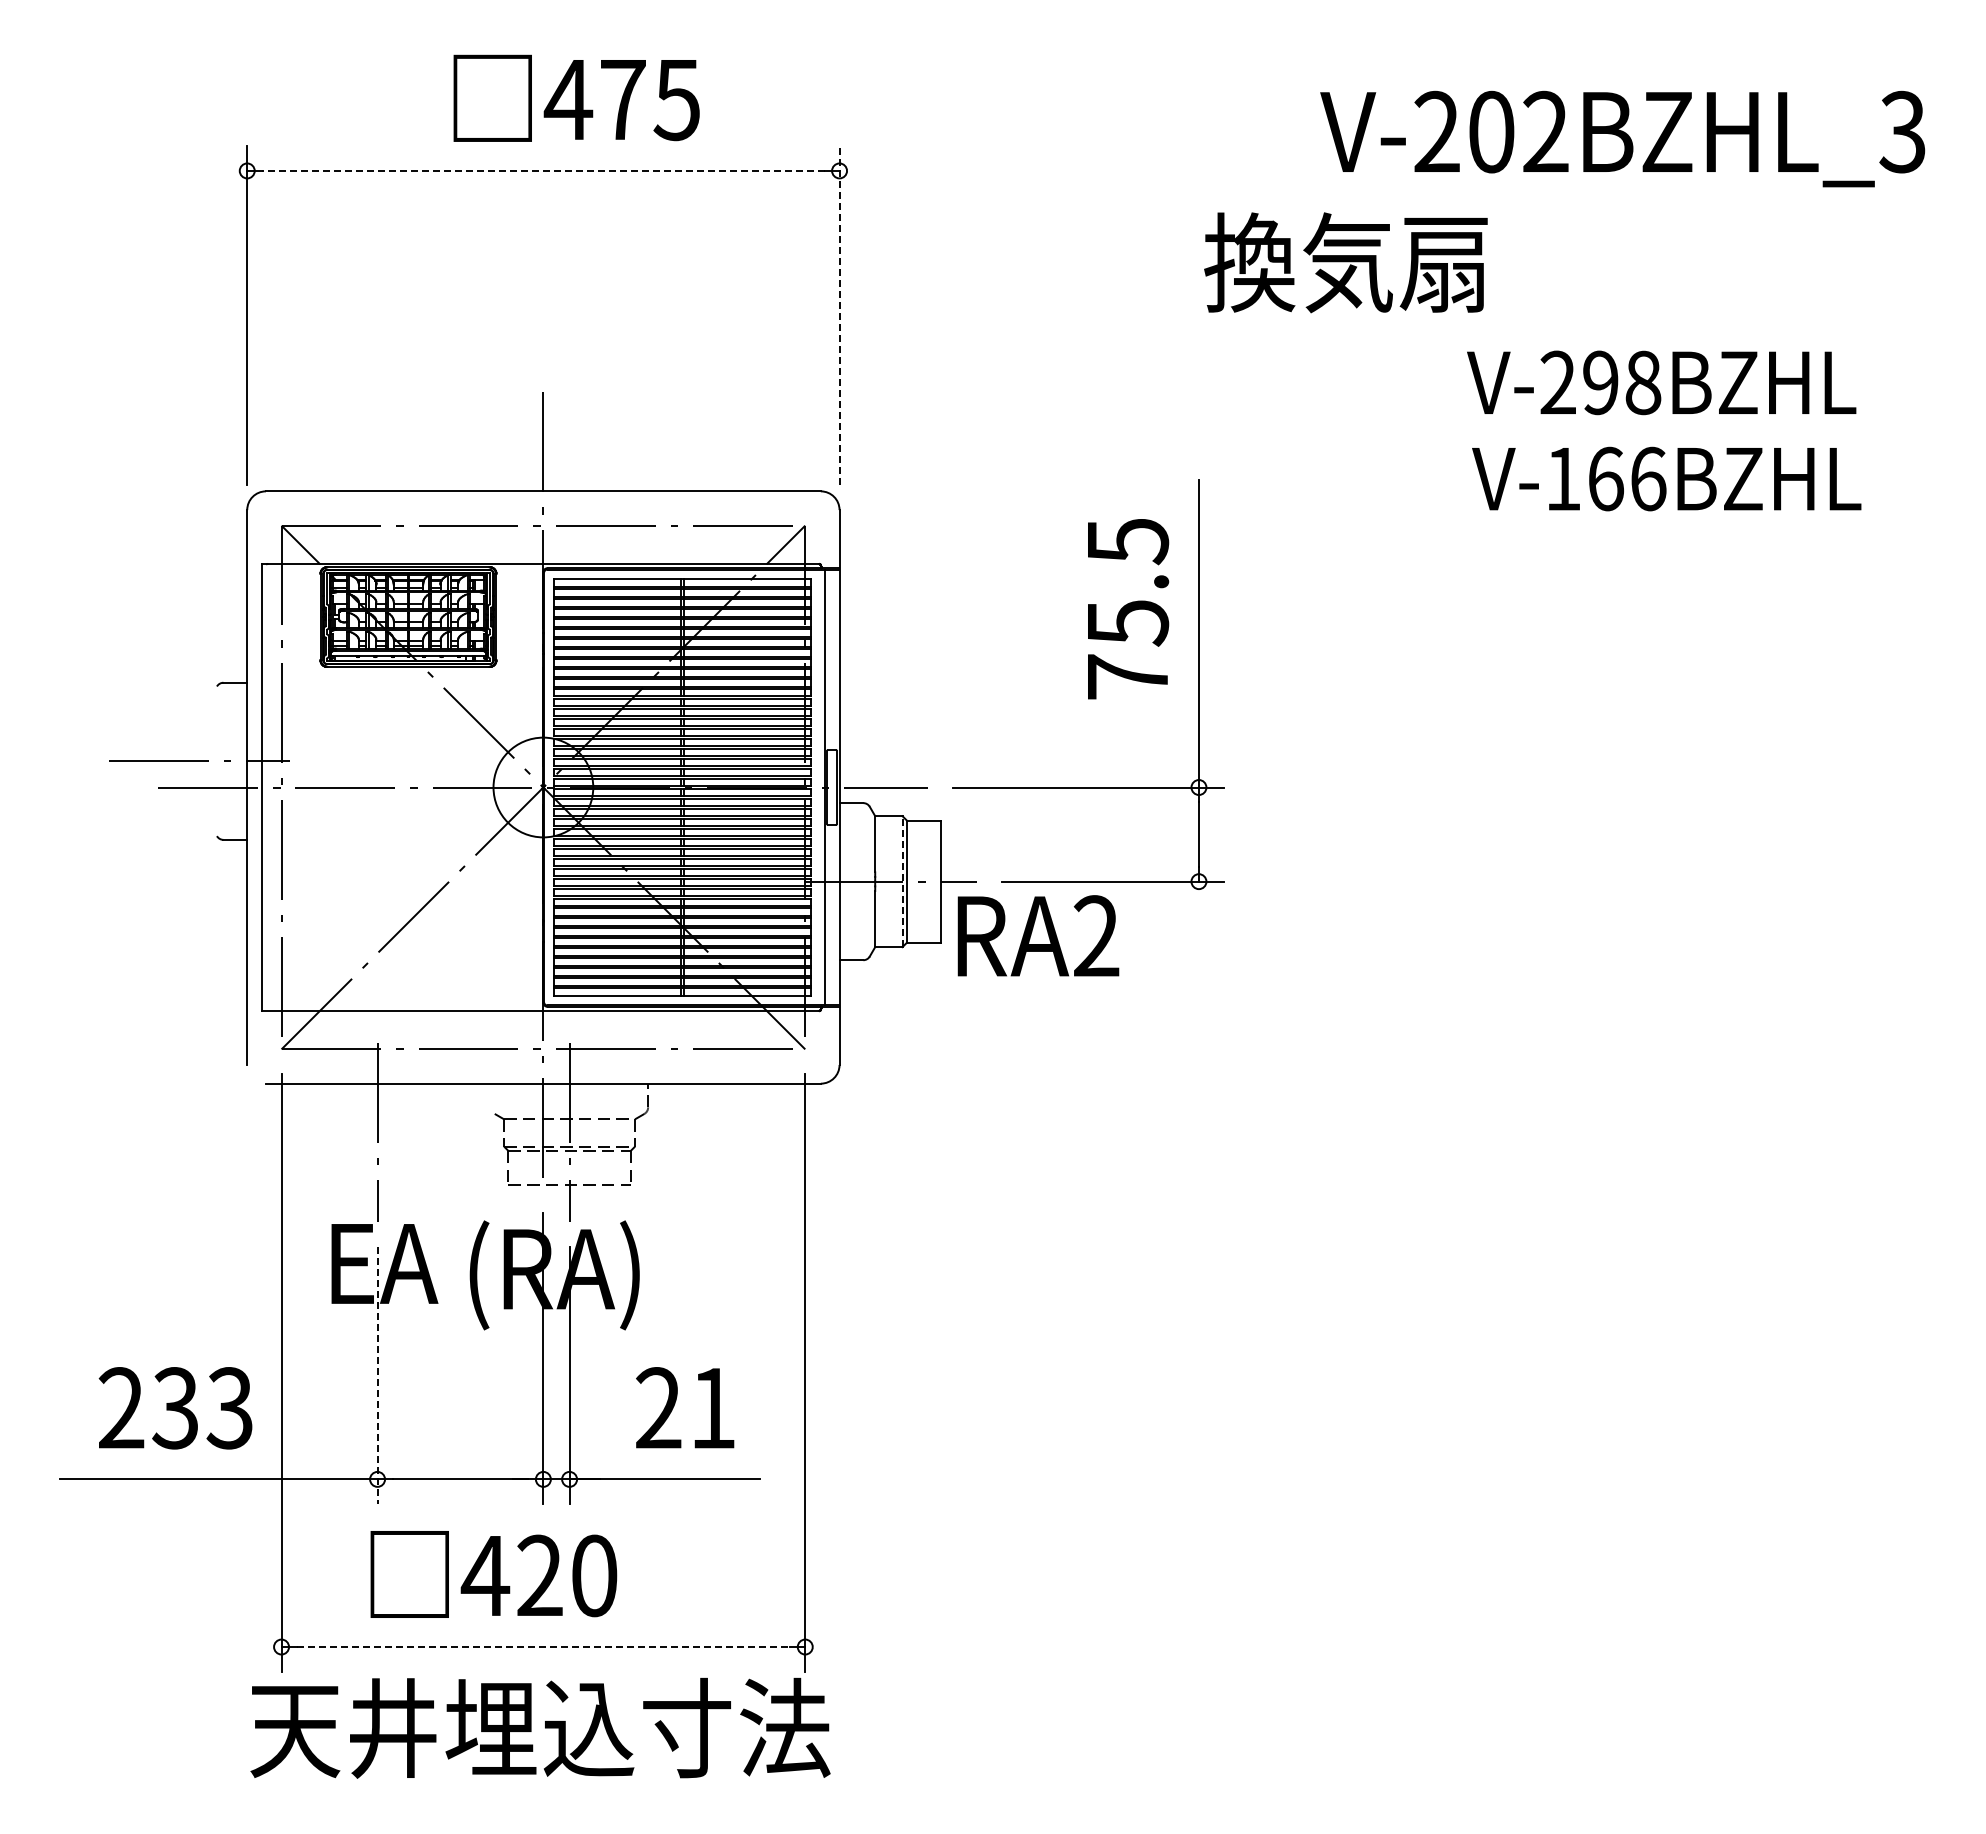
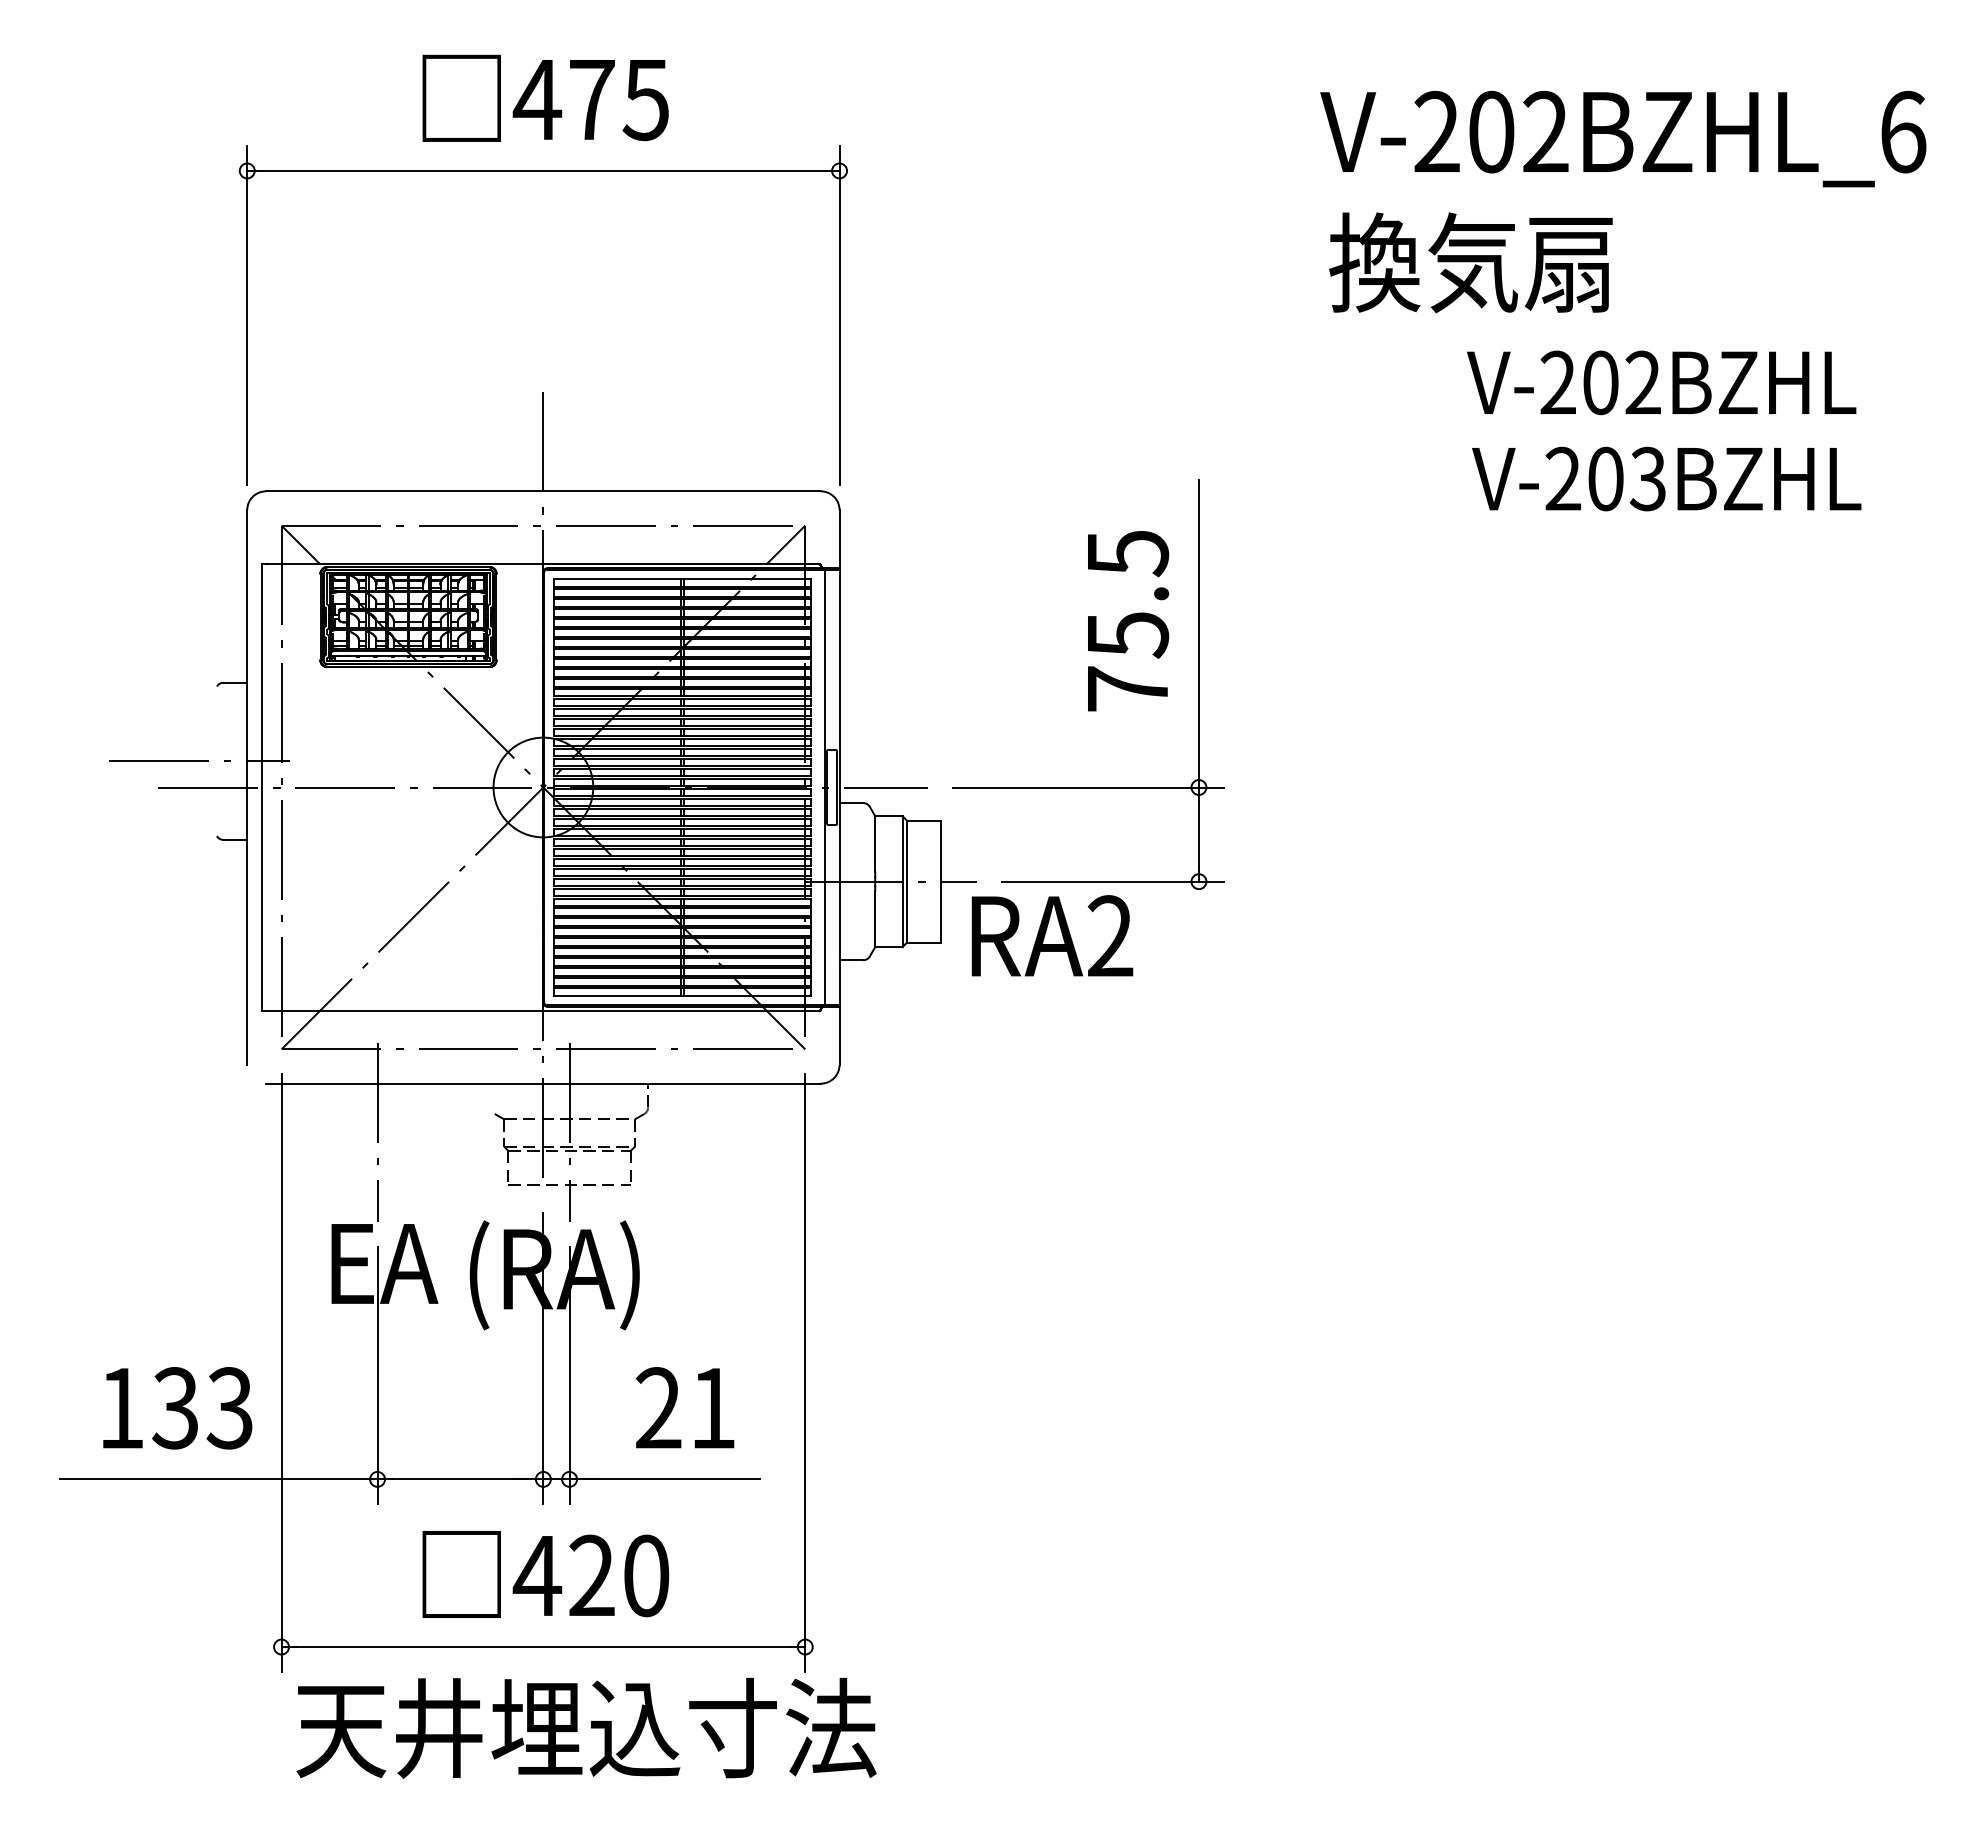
text at (576, 97) position: (576, 97) -> (545, 97)
text at (1902, 131): V-202BZHL_3 -> V-202BZHL_6
line at (542, 170): dashed -> solid
text at (1345, 262) position: (1345, 262) -> (1470, 262)
line at (839, 315): dashed -> solid
text at (1622, 382): V-298BZHL -> V-202BZHL
text at (1605, 478): V-166BZHL -> V-203BZHL
text at (1128, 609) position: (1128, 609) -> (1128, 621)
line at (902, 881): dashed -> solid
text at (1038, 935) position: (1038, 935) -> (1052, 935)
line at (377, 1375): dashed -> solid
text at (121, 1407): 233 -> 133
text at (493, 1574) position: (493, 1574) -> (545, 1574)
line at (543, 1647): dashed -> solid
text at (540, 1728) position: (540, 1728) -> (586, 1728)
